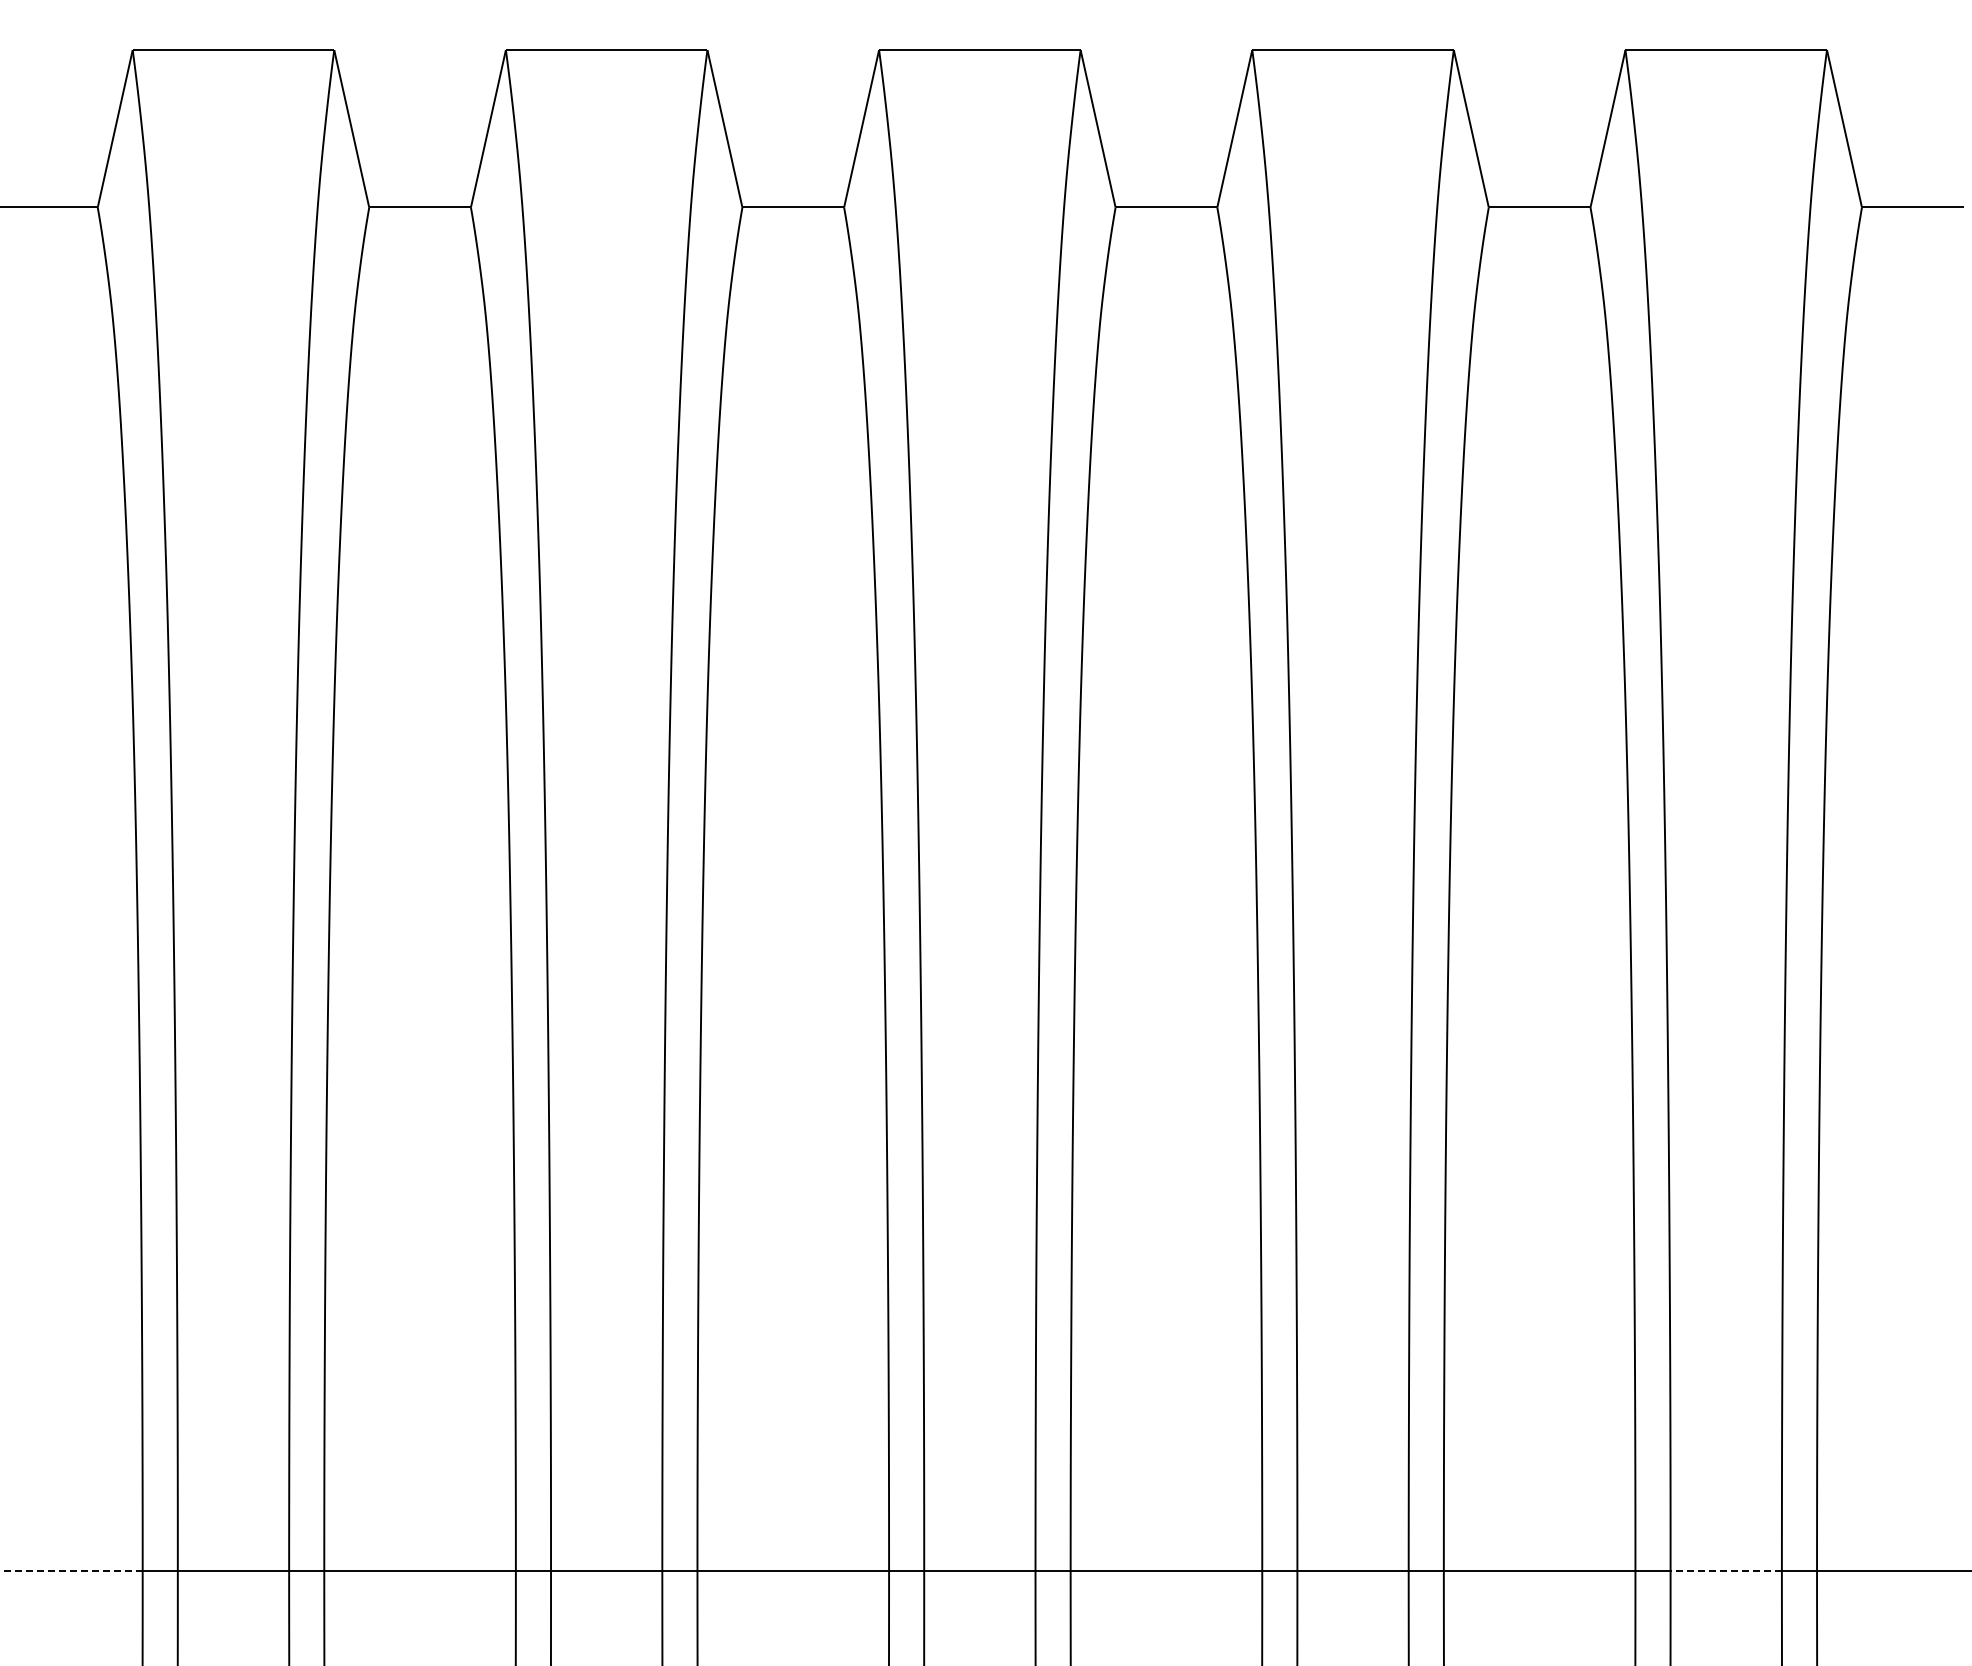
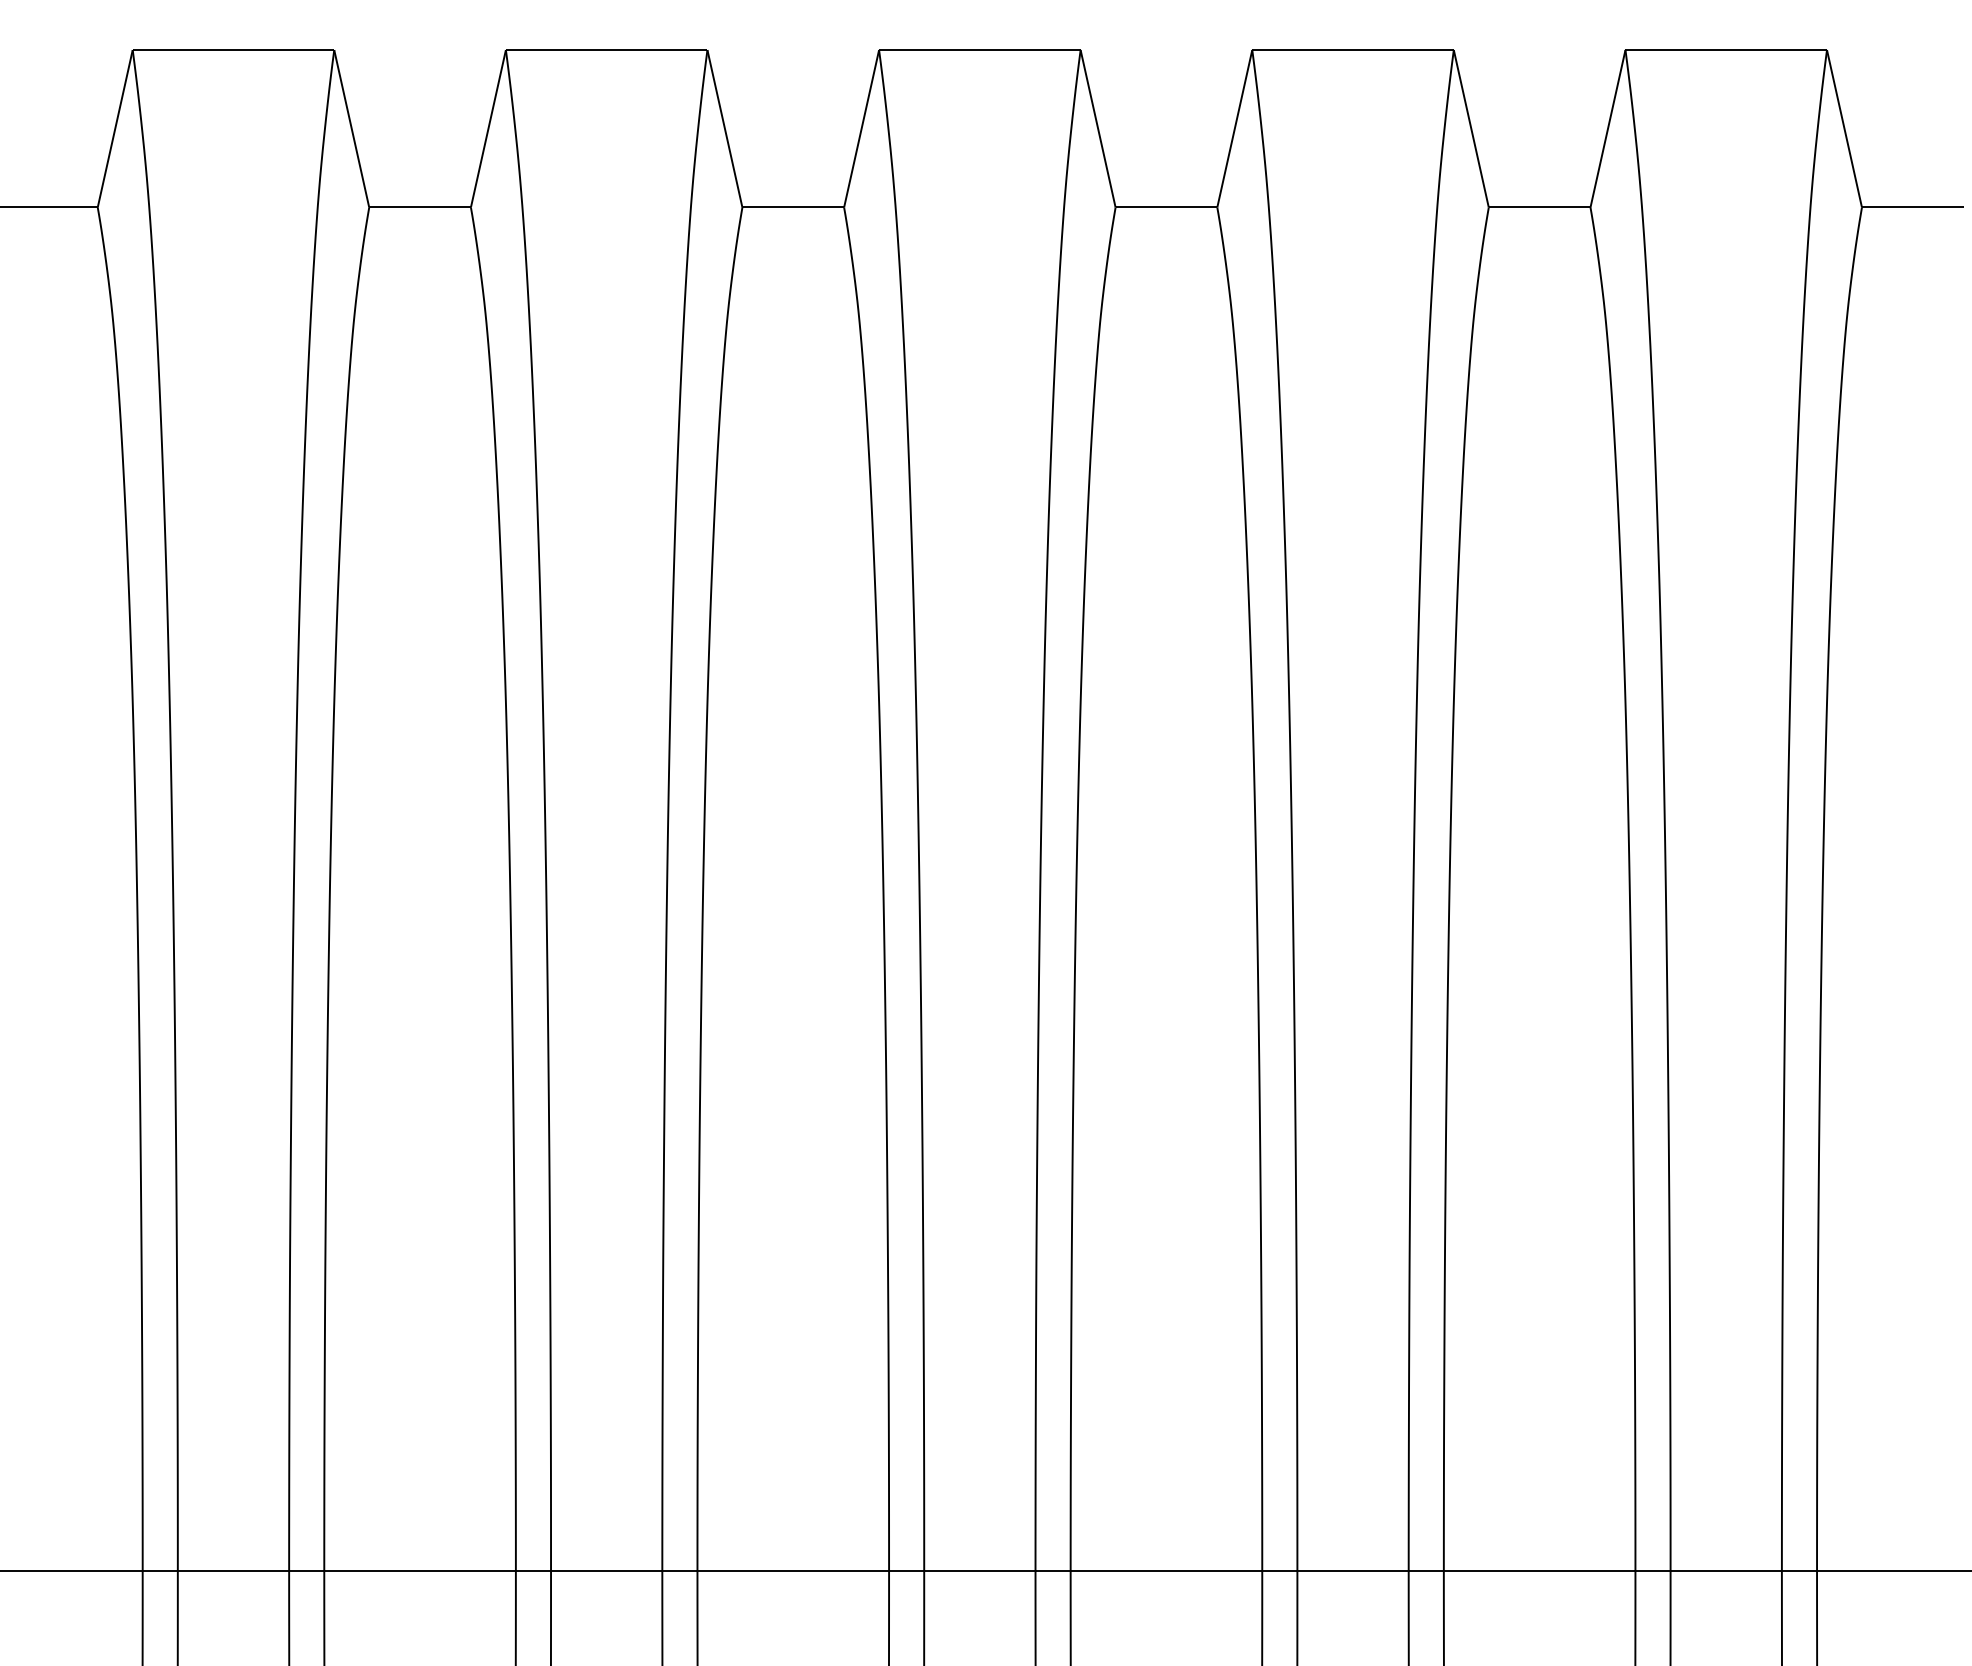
line at (71, 1571): dashed -> solid
line at (1726, 1571): dashed -> solid
